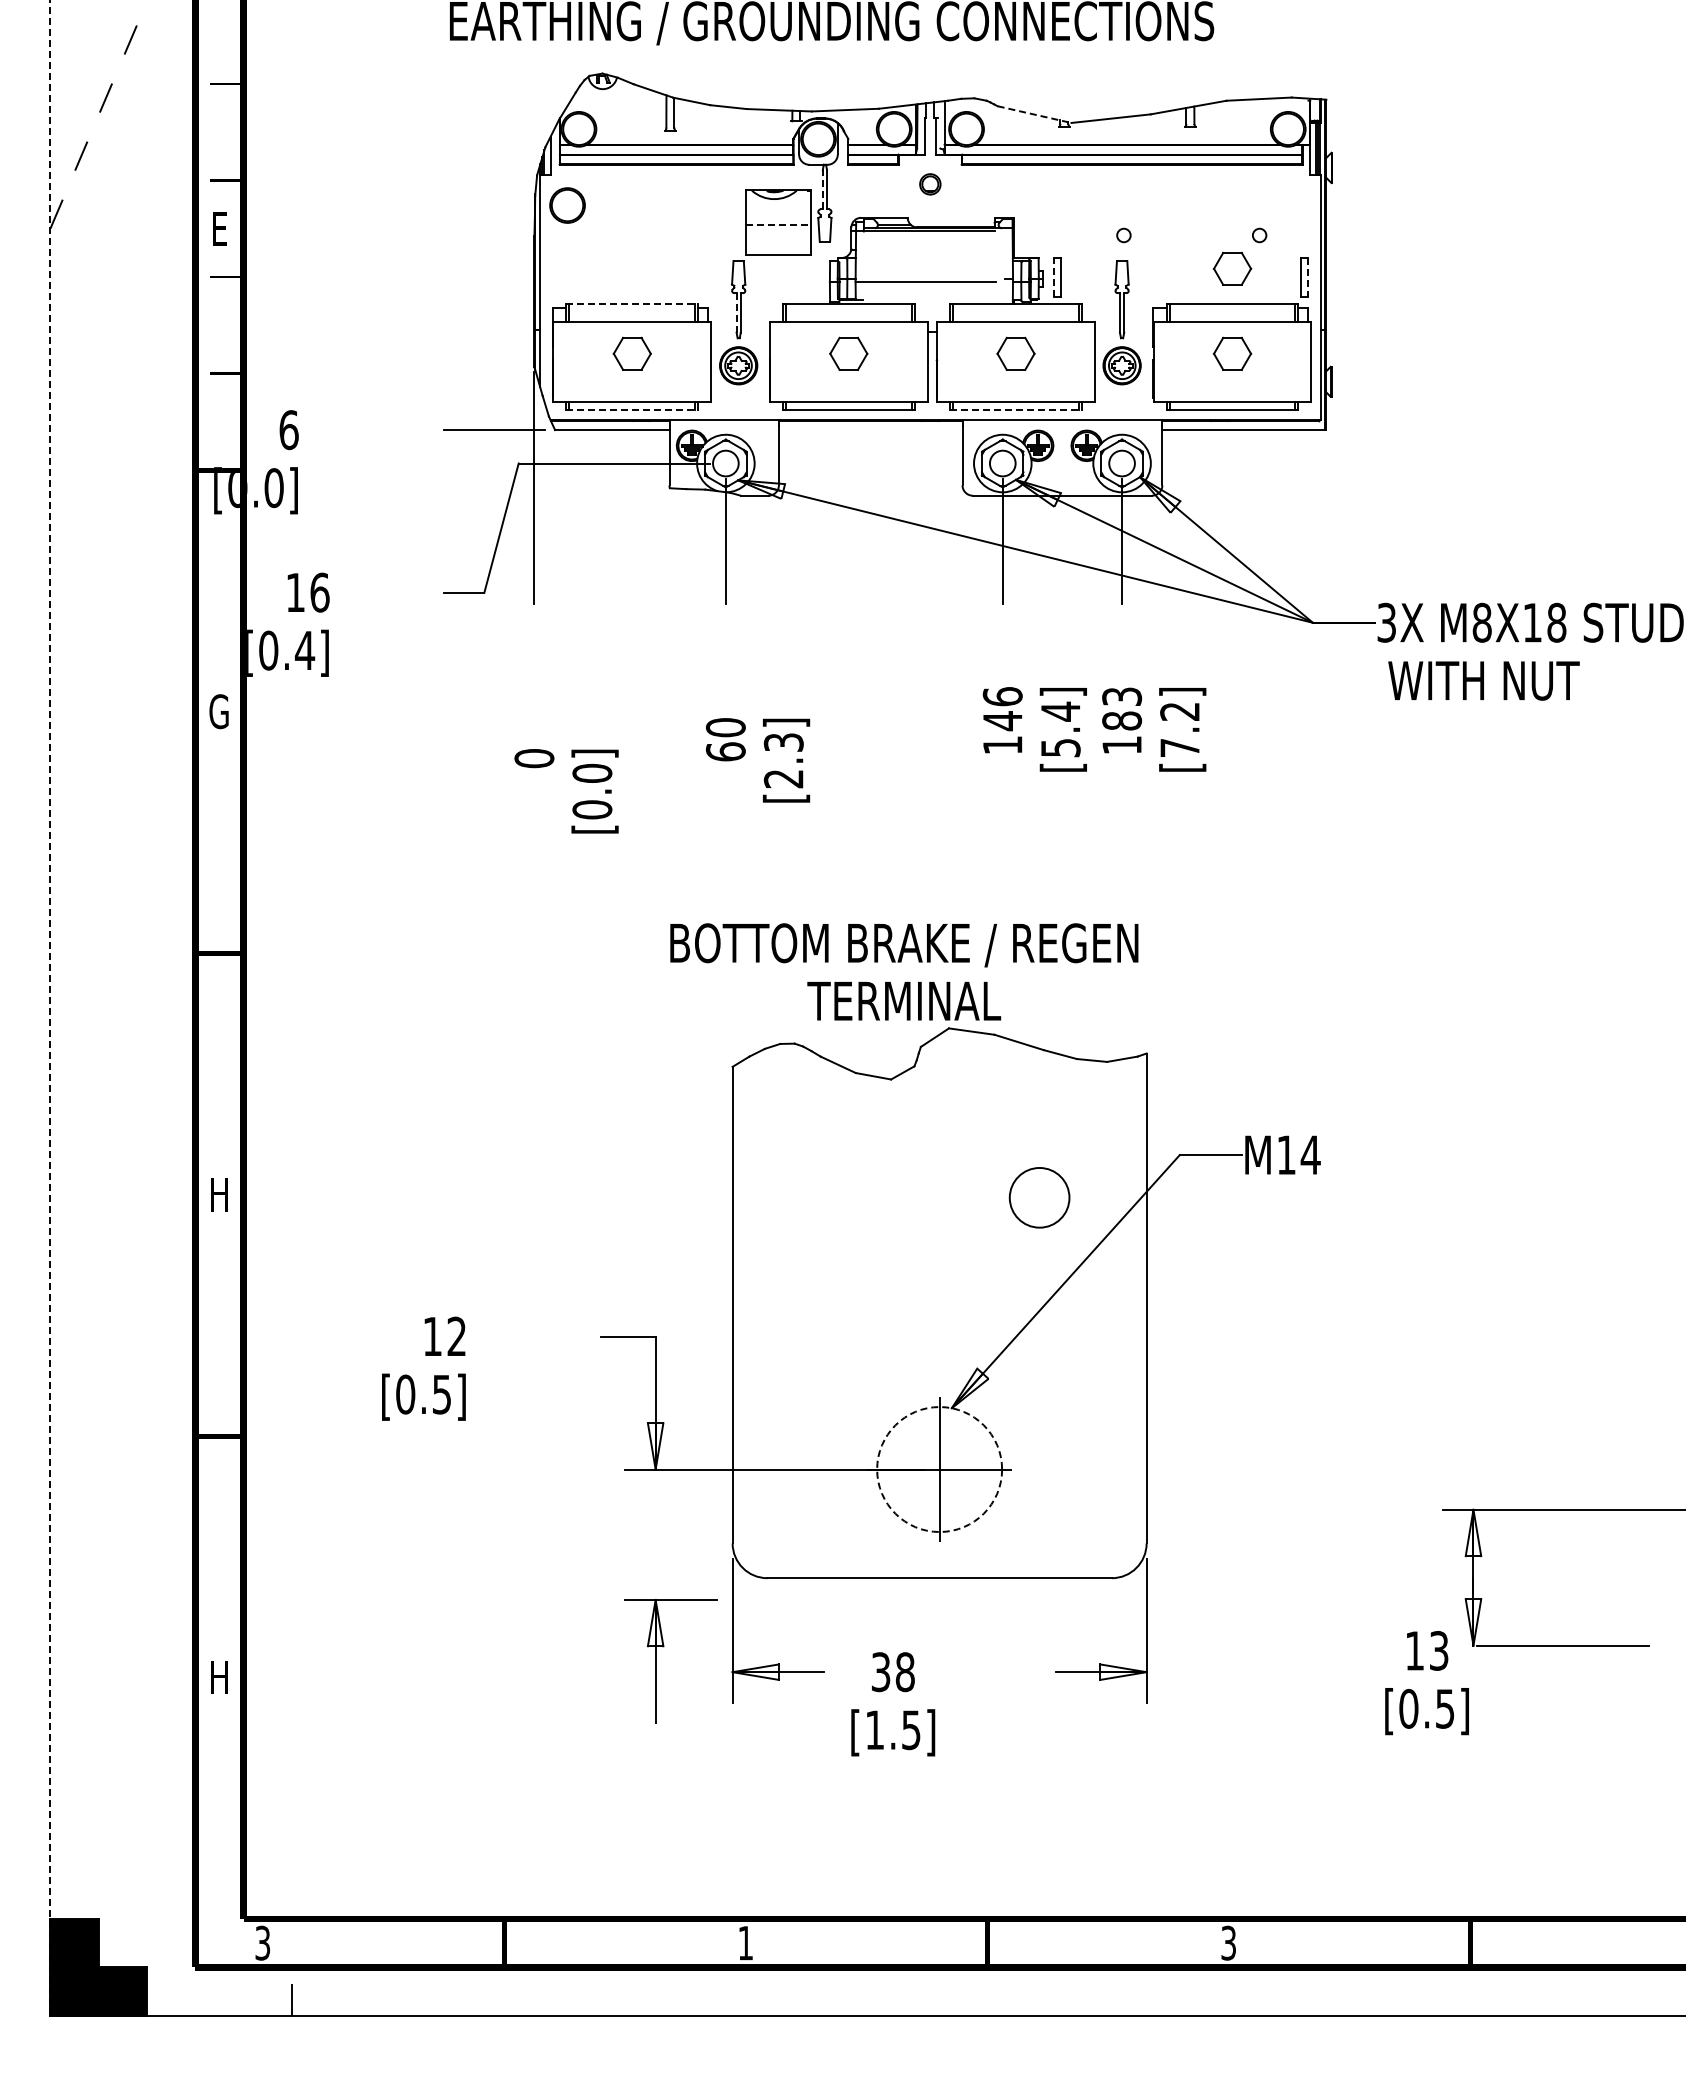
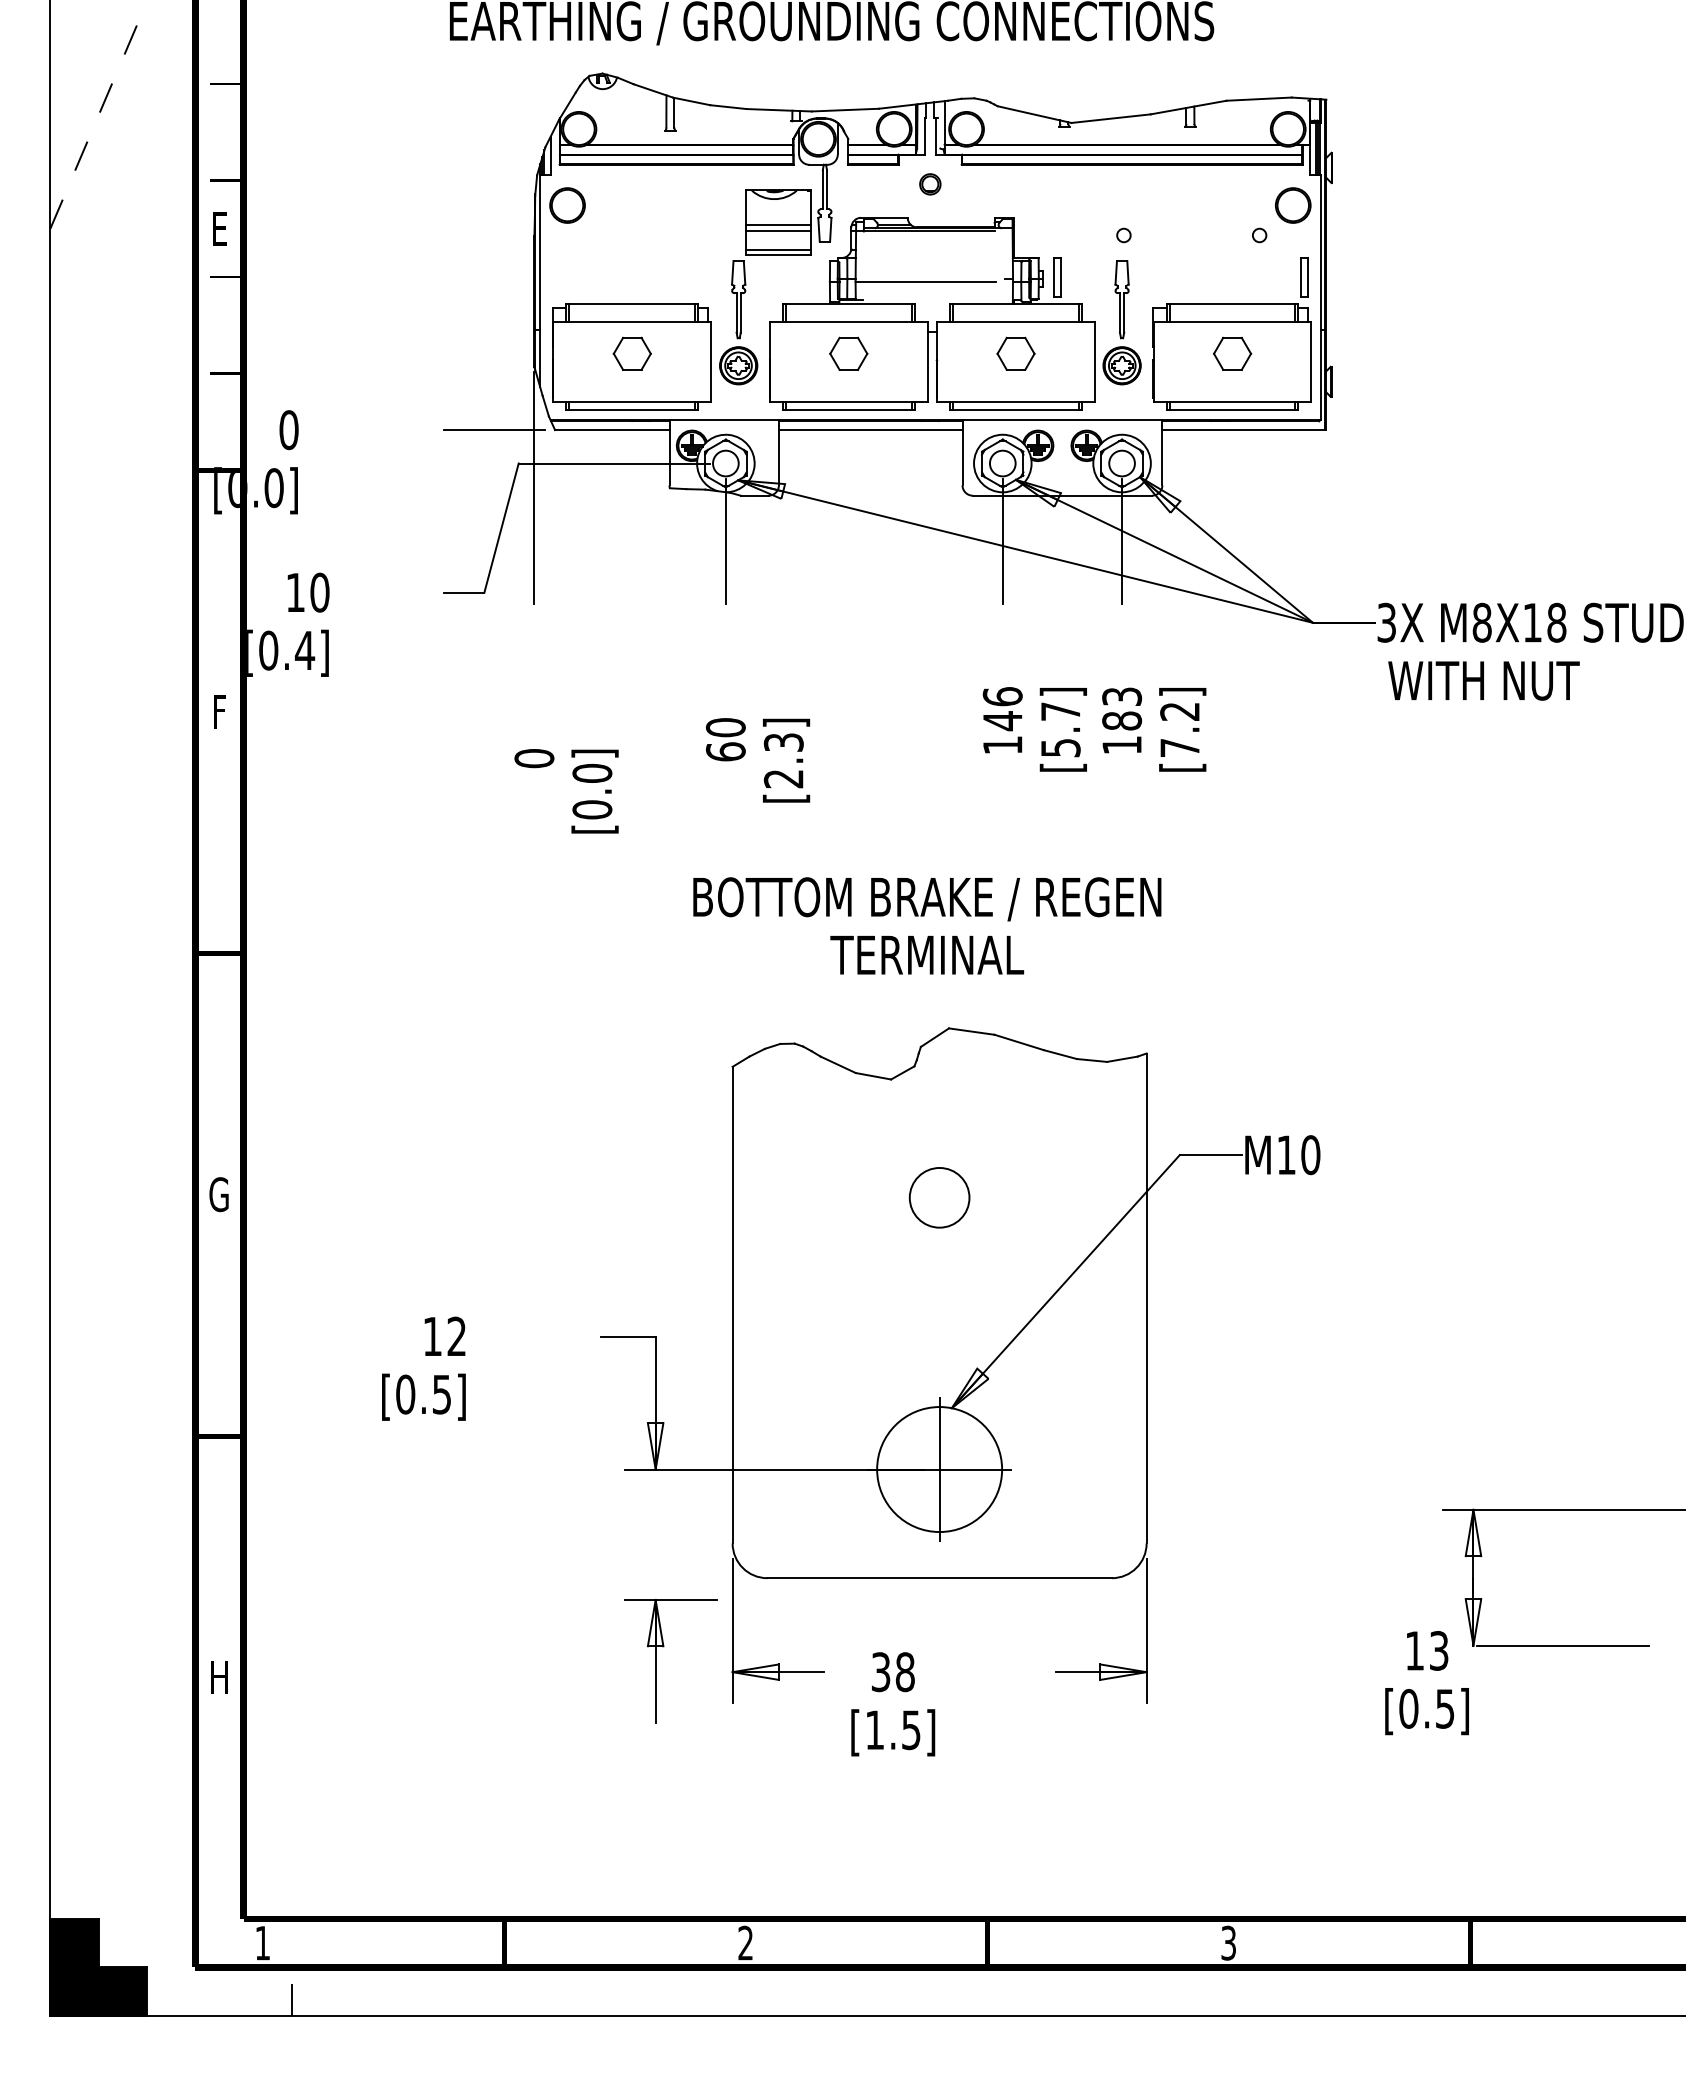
line at (1034, 114): dashed -> solid
line at (822, 189): dashed -> solid
part at (1293, 205): none -> present
line at (779, 224): dashed -> solid
line at (778, 230): none -> present
line at (778, 249): none -> present
part at (1232, 268): present -> none
line at (1054, 277): dashed -> solid
line at (1307, 278): dashed -> solid
line at (632, 303): dashed -> solid
line at (736, 312): dashed -> solid
line at (632, 410): dashed -> solid
line at (1016, 410): dashed -> solid
text at (288, 429): 6 -> 0
line at (870, 430): none -> present
text at (319, 592): 16 -> 10
text at (218, 711): G -> F
text at (1060, 711): [5.4] -> [5.7]
text at (904, 971) position: (904, 971) -> (927, 925)
line at (50, 1007): dashed -> solid
text at (1310, 1155): M14 -> M10
text at (218, 1194): H -> G
circle at (1039, 1197) position: (1039, 1197) -> (939, 1197)
circle at (939, 1469): dashed -> solid
text at (262, 1942): 3 -> 1
text at (745, 1942): 1 -> 2
